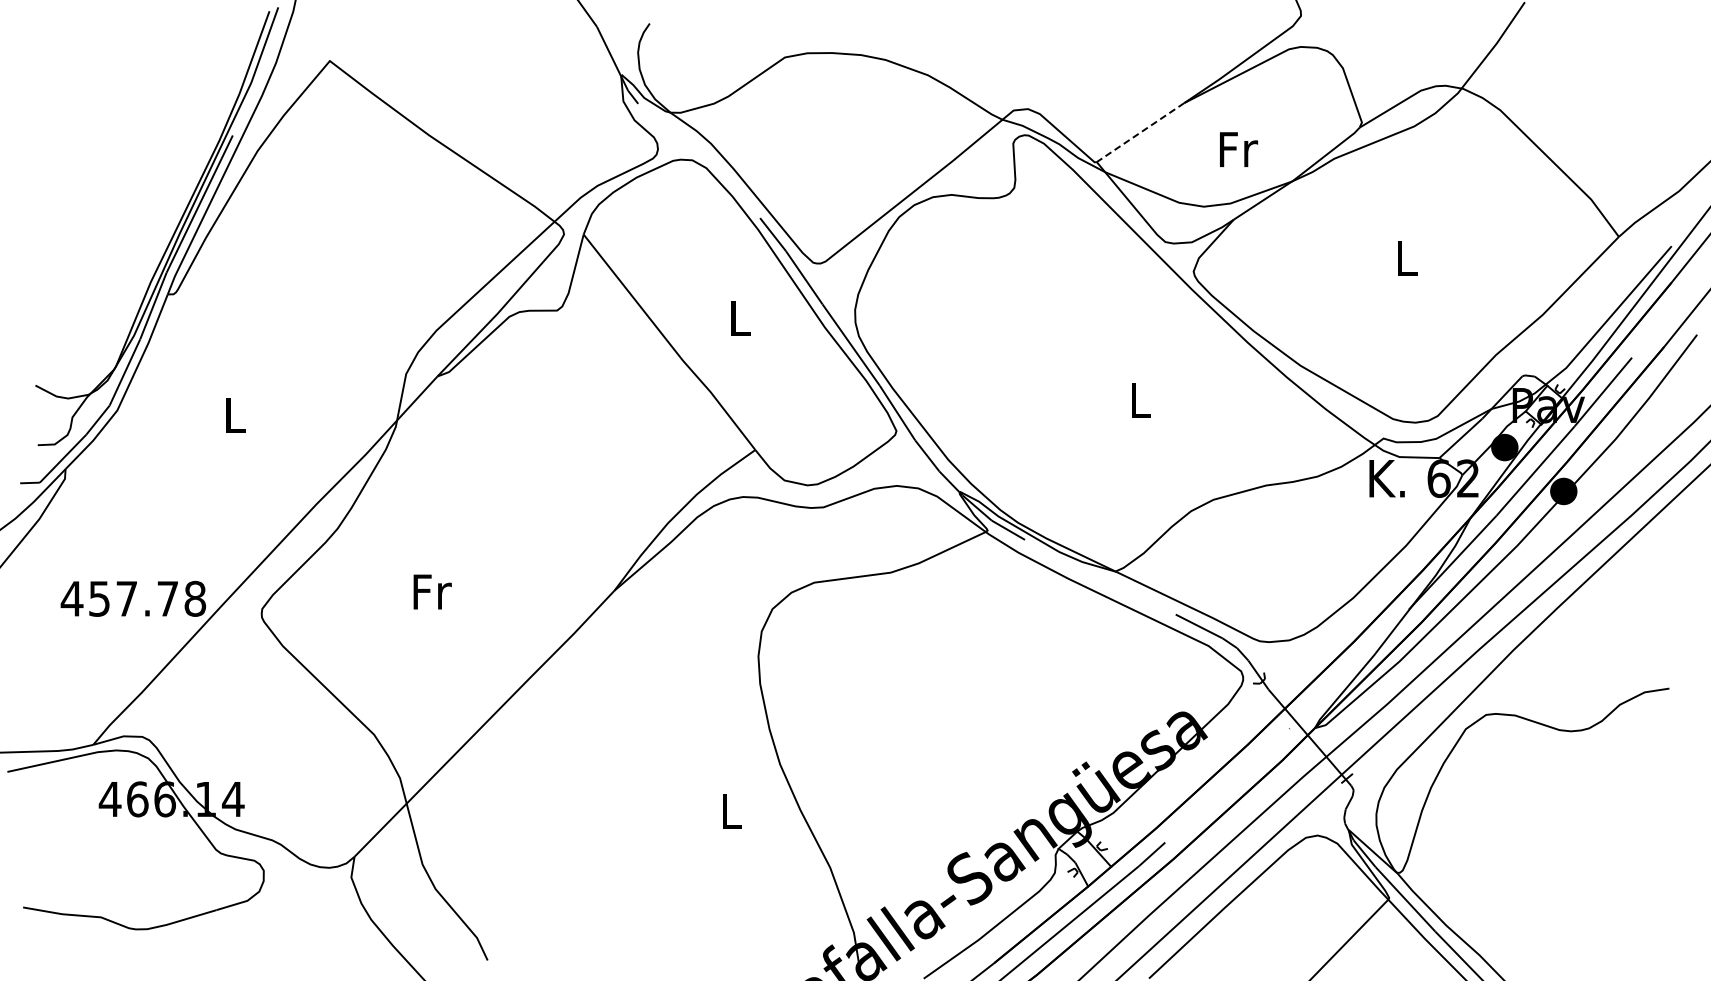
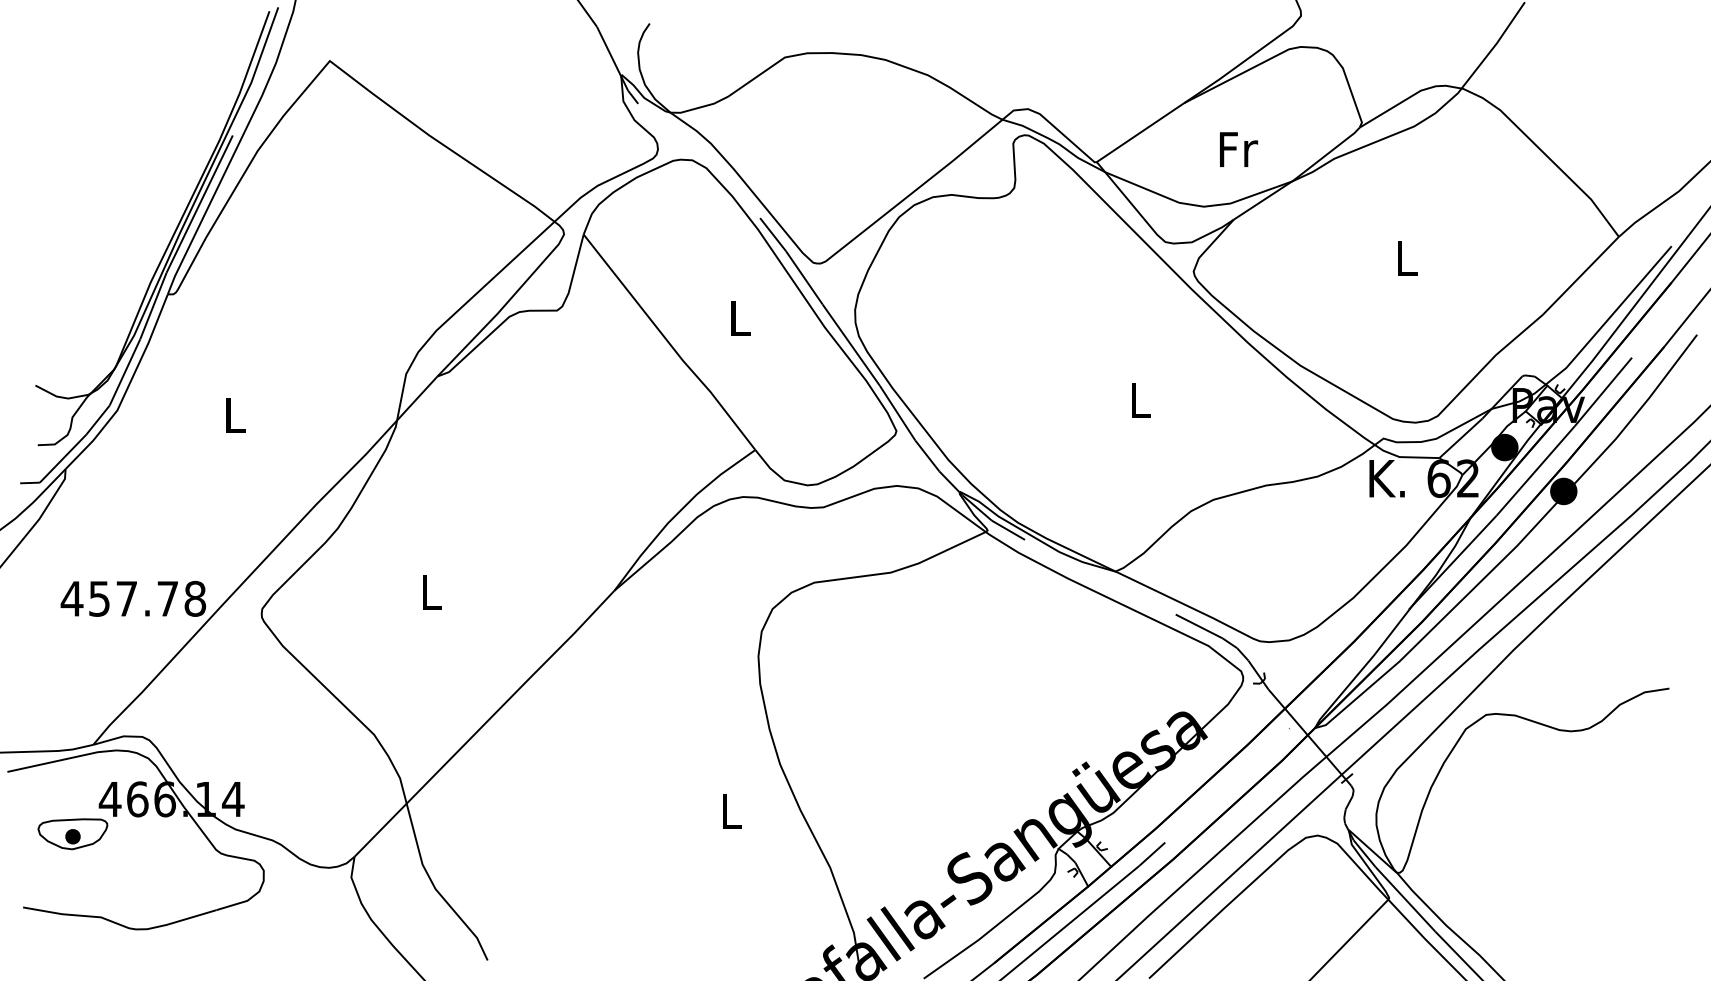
line at (1140, 132): dashed -> solid
text at (432, 591): Fr -> L
part at (72, 834): none -> present
